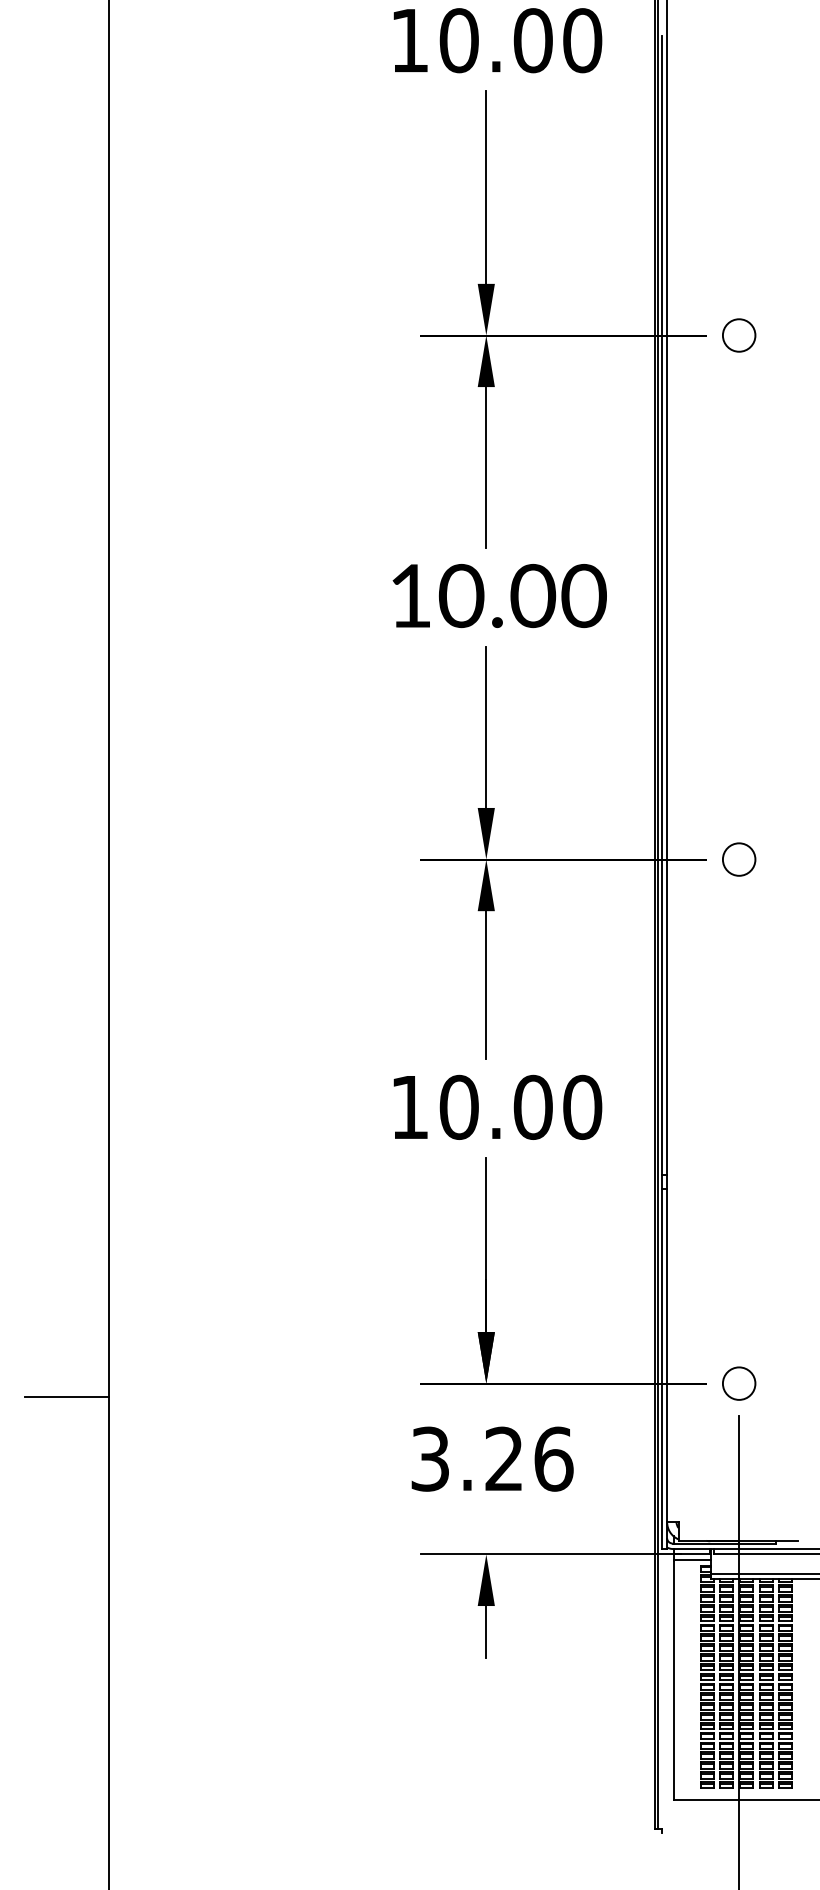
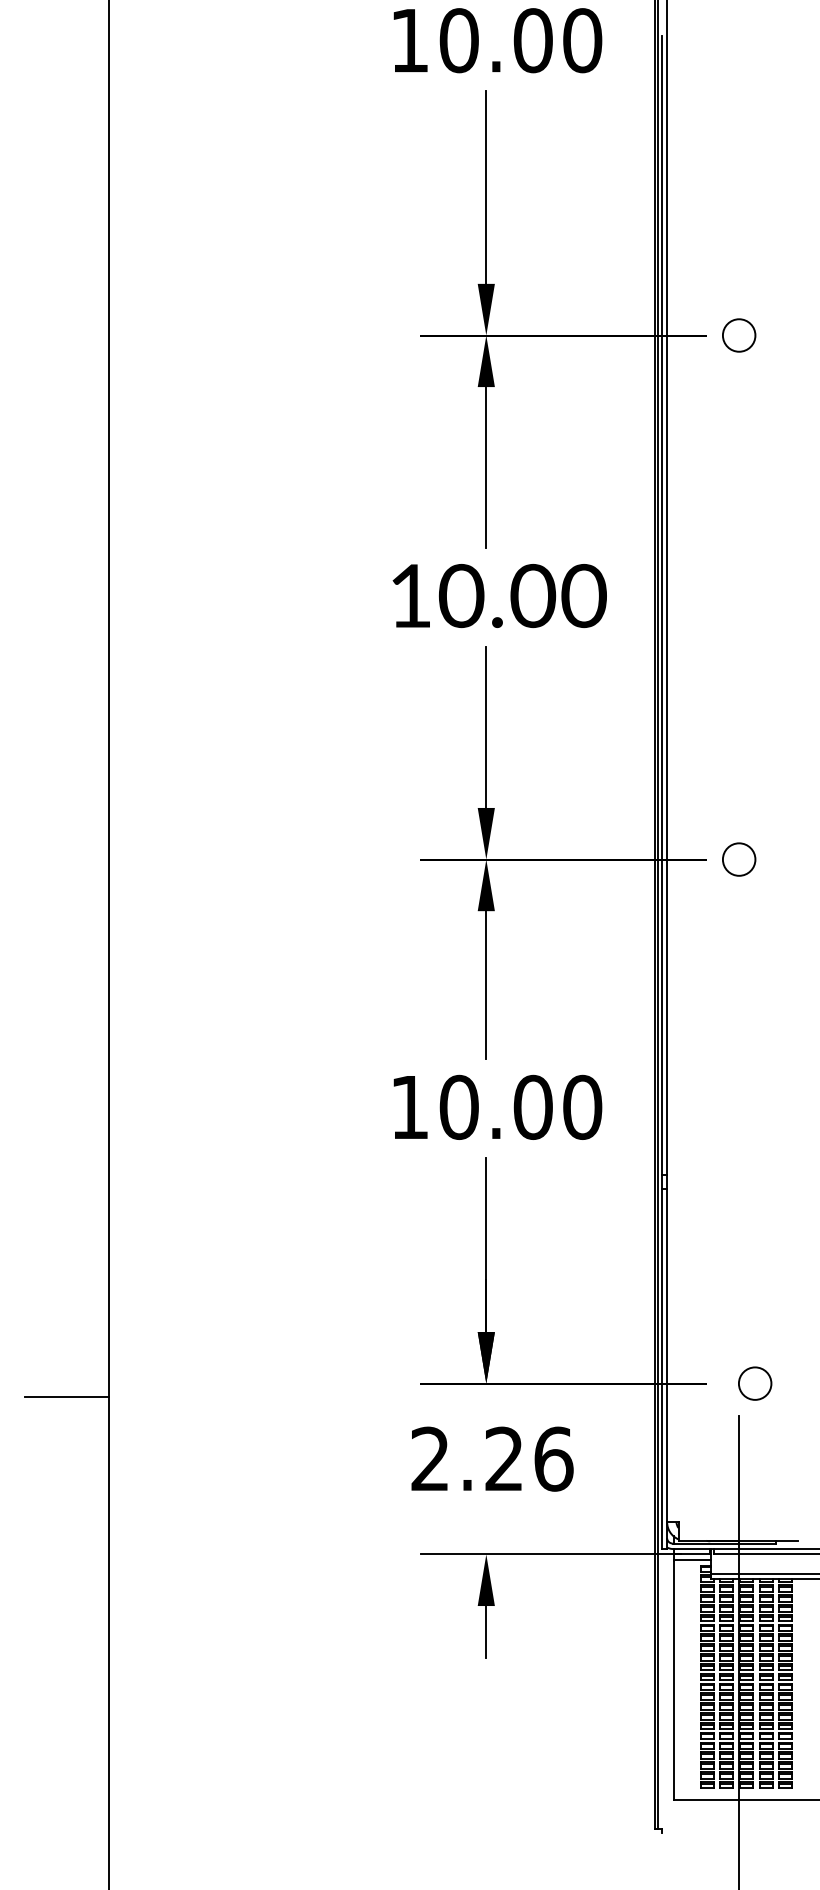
circle at (739, 1383) position: (739, 1383) -> (755, 1383)
text at (429, 1458): 3.26 -> 2.26
